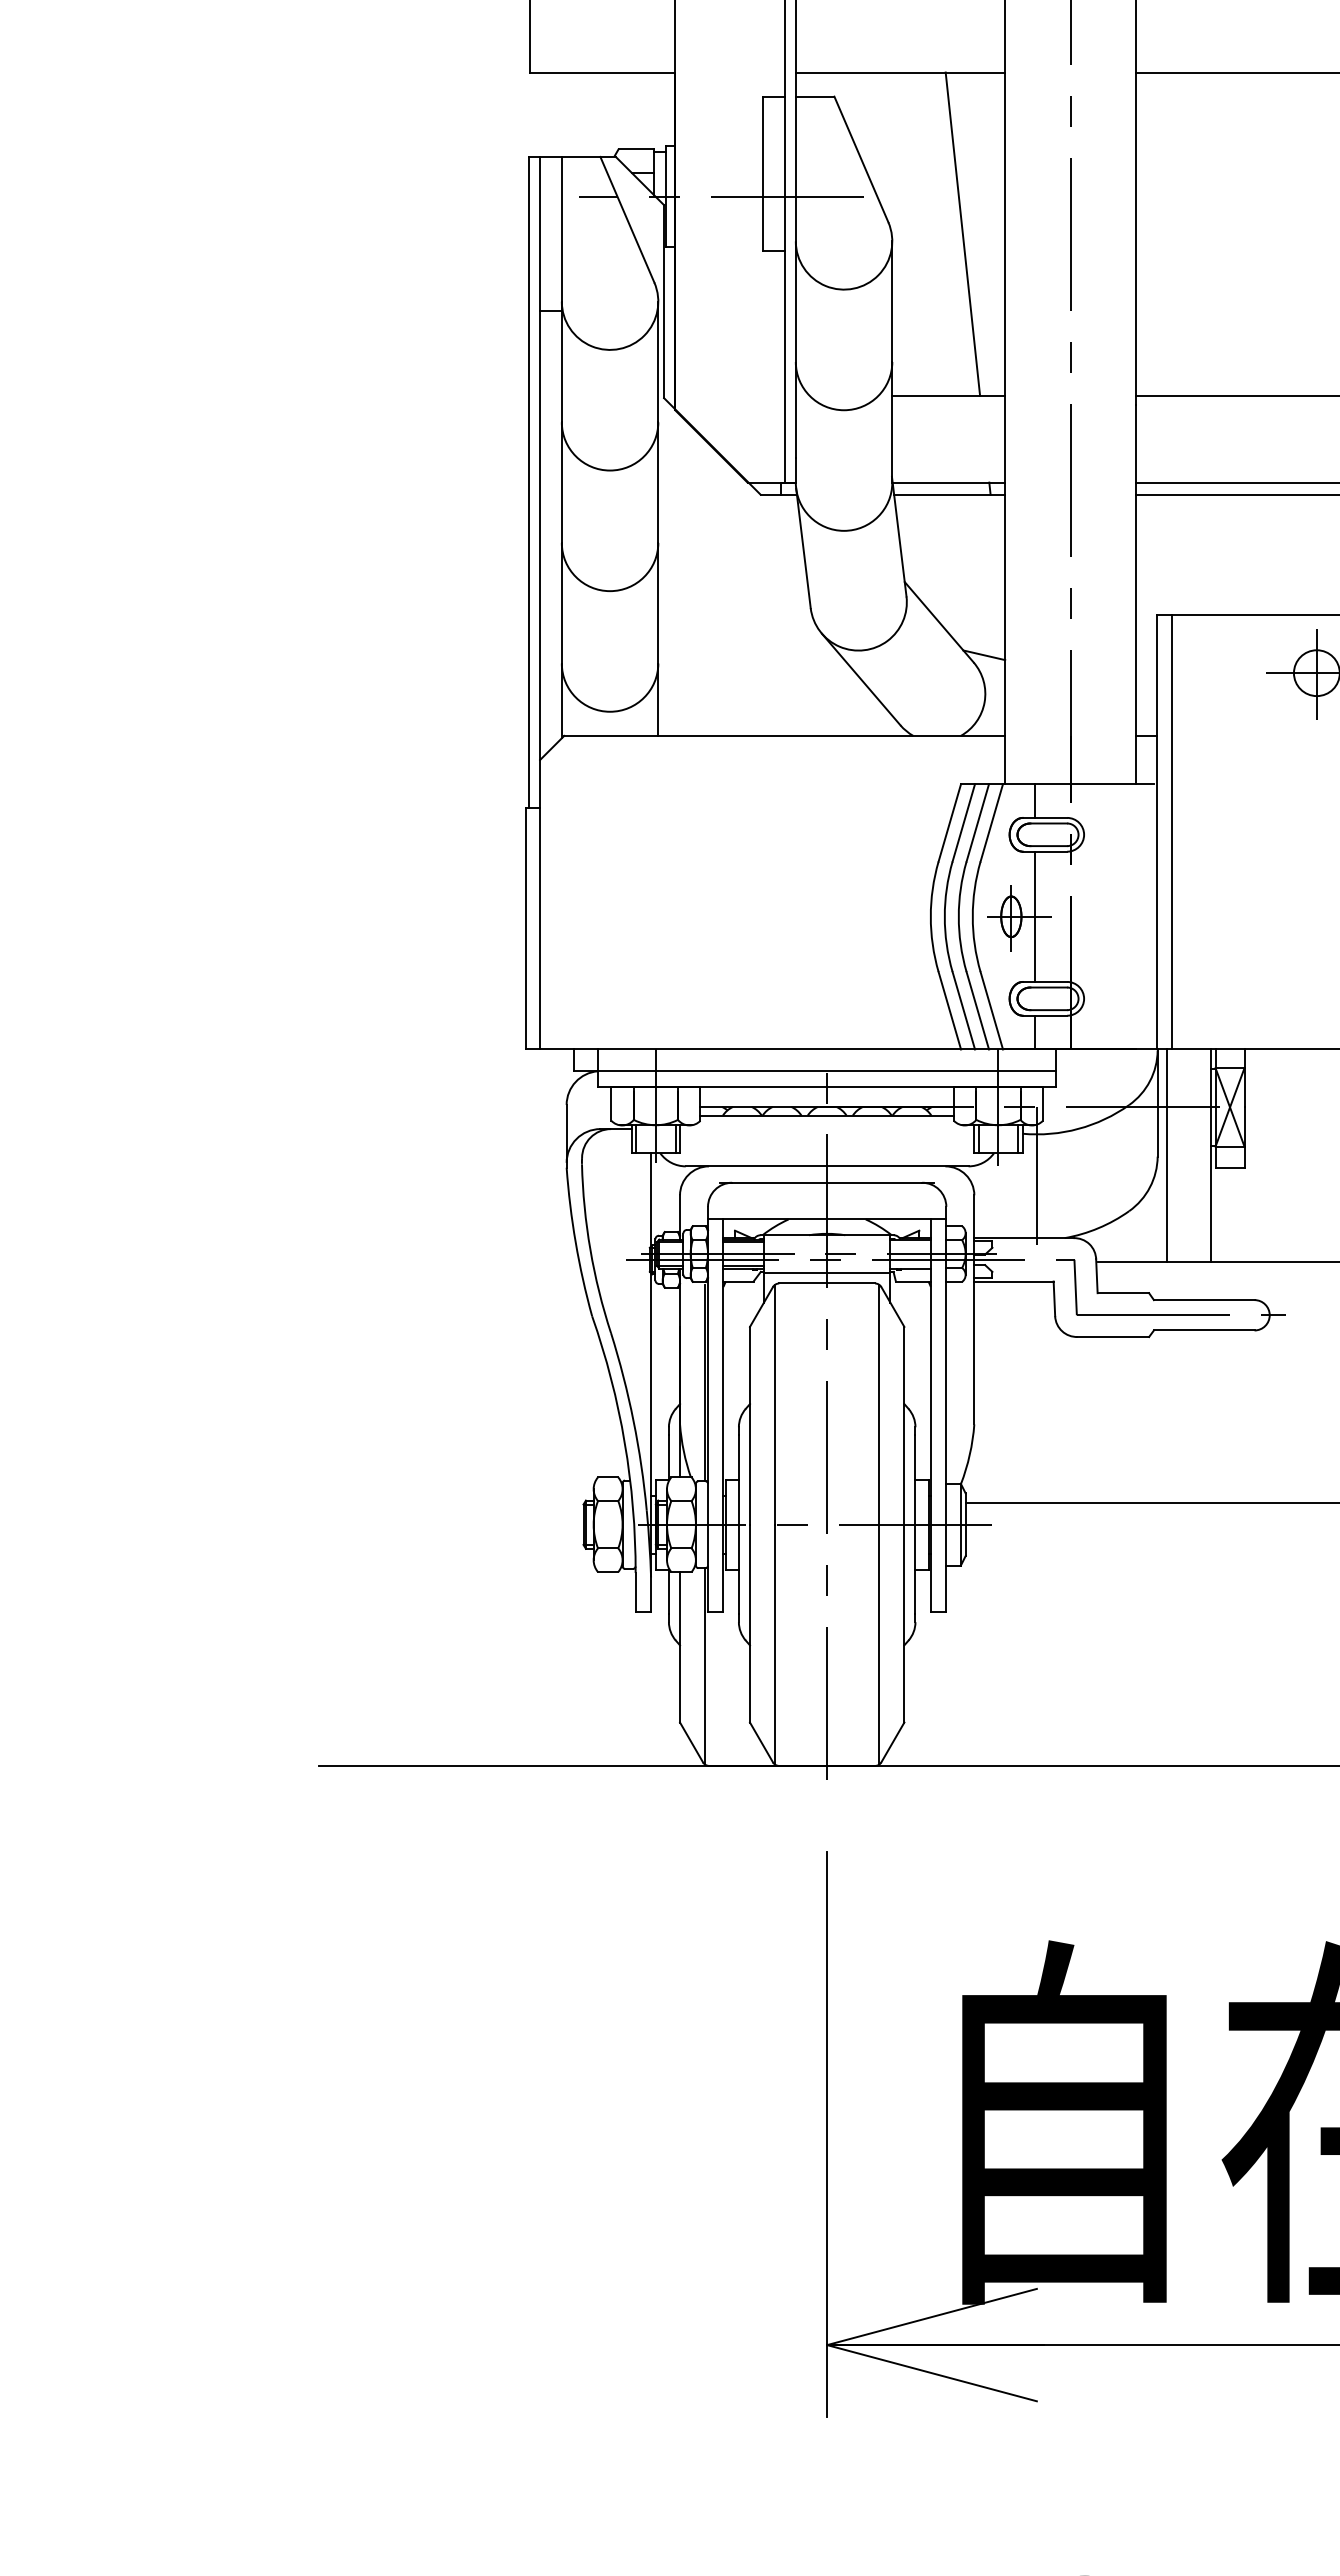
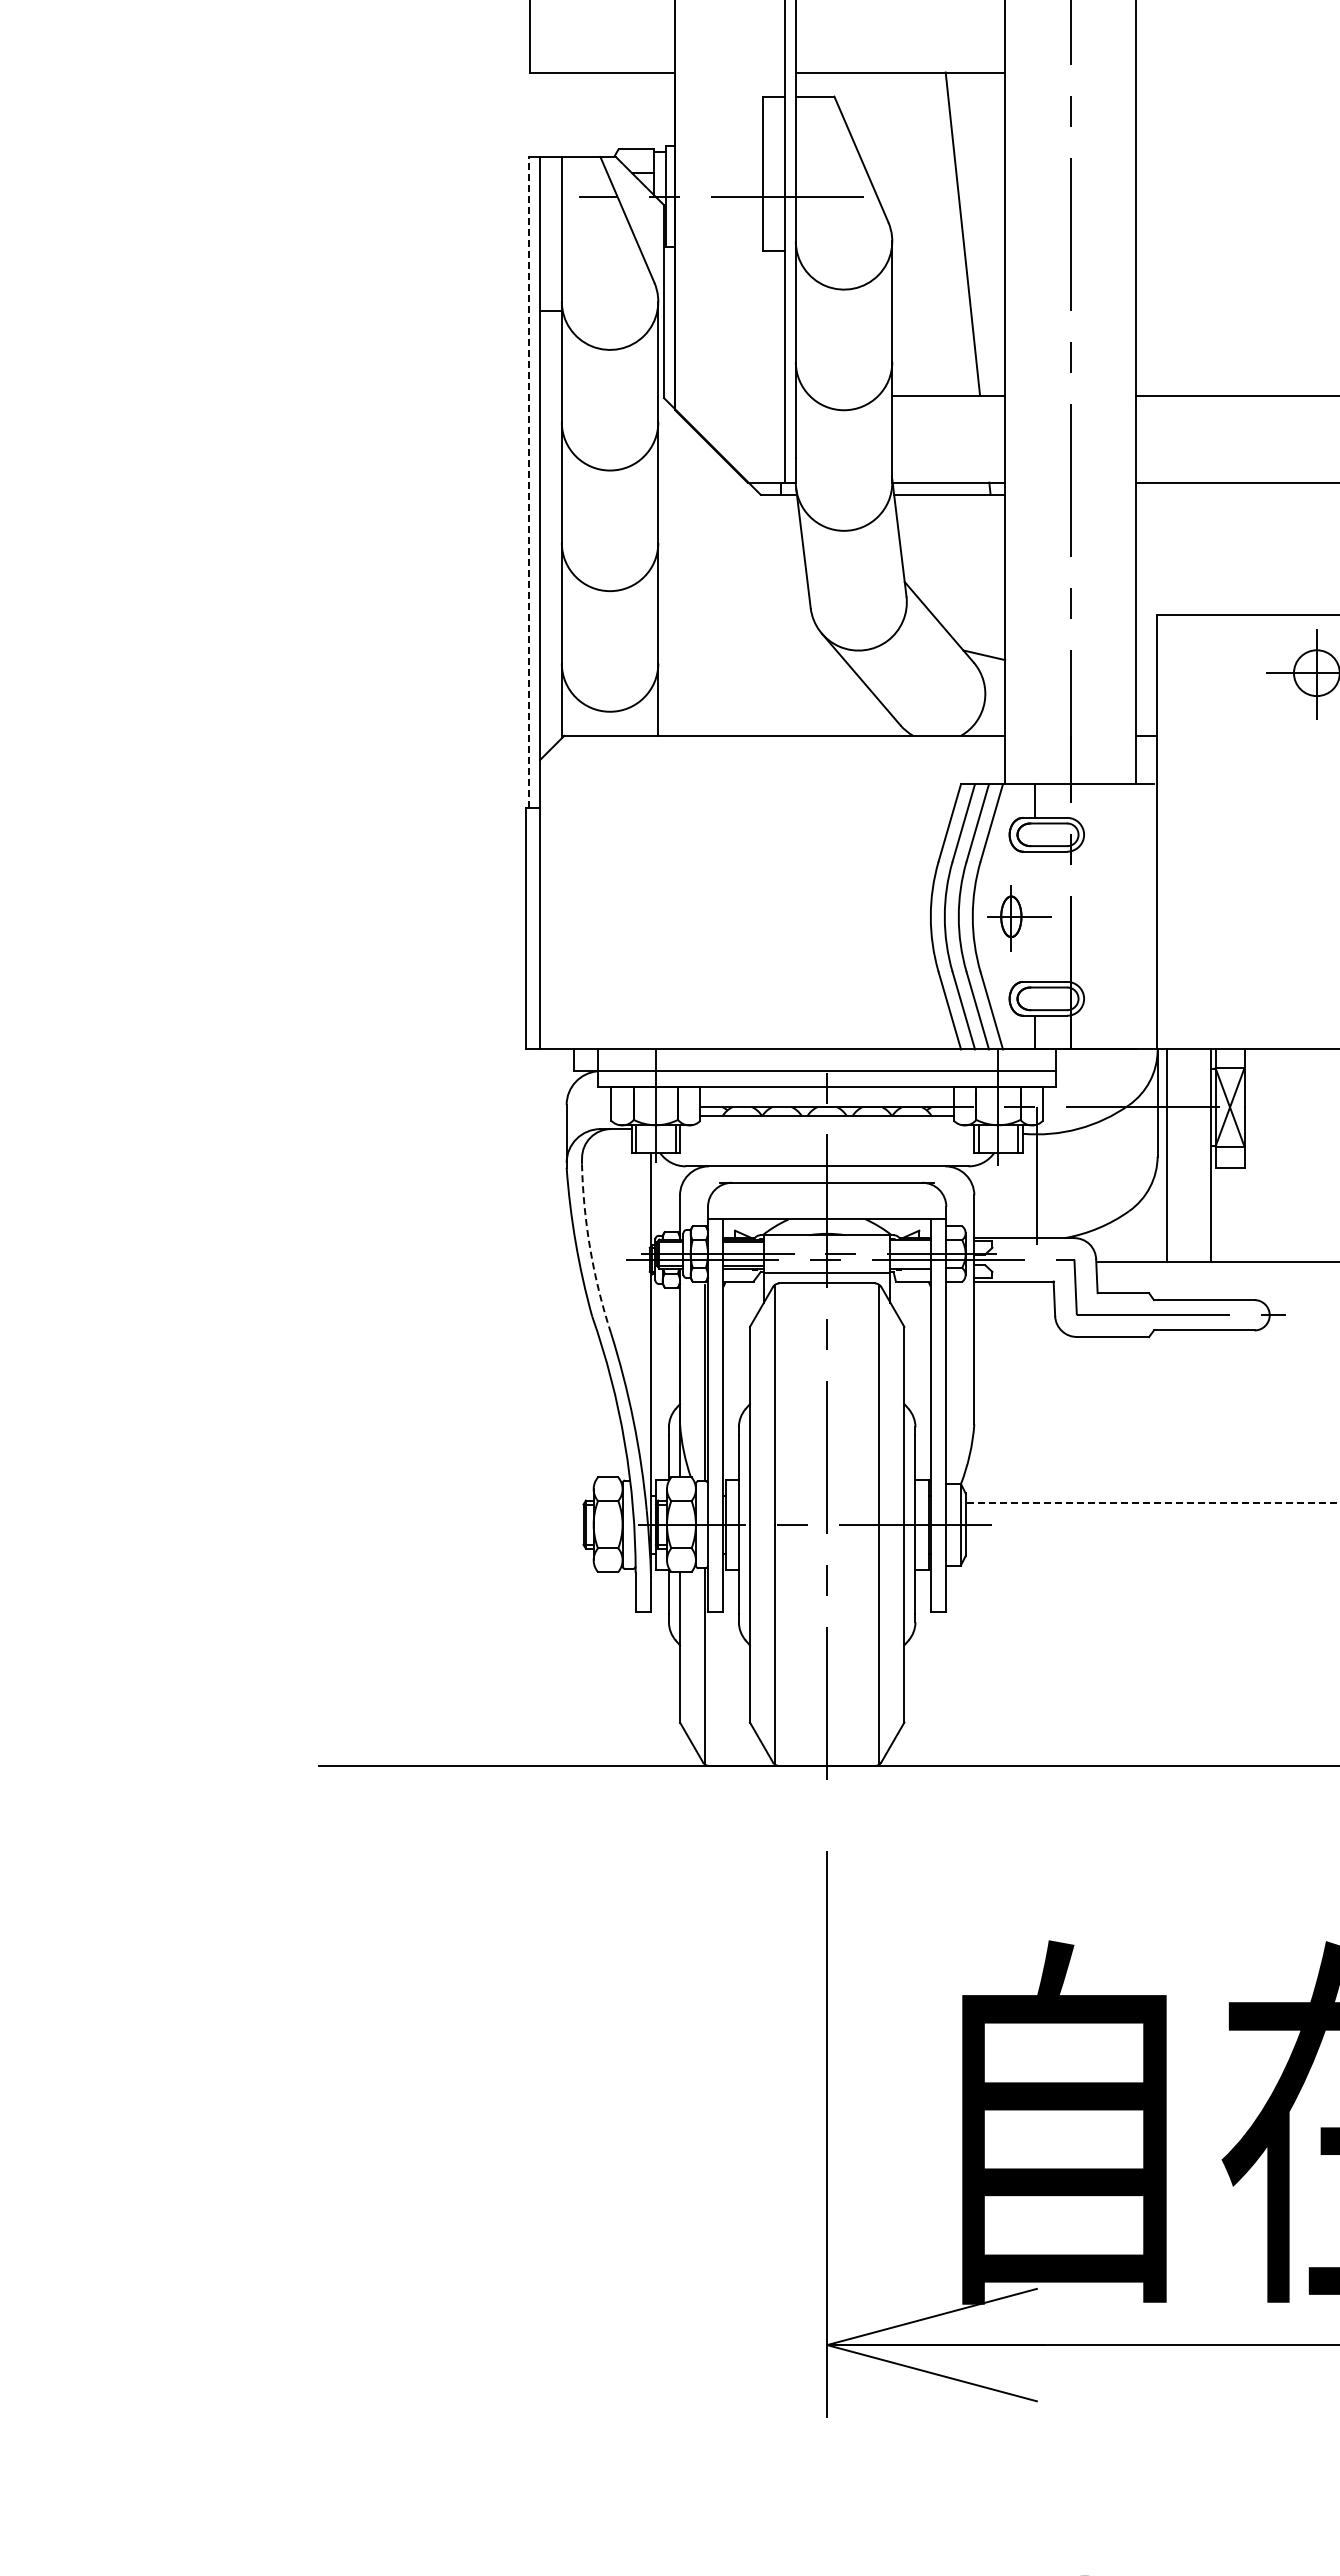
line at (1236, 72): present -> none
line at (529, 482): solid -> dashed
line at (1236, 494): present -> none
line at (1172, 832): present -> none
line at (1035, 916): present -> none
arc at (590, 1249): solid -> dashed
line at (1152, 1503): solid -> dashed
